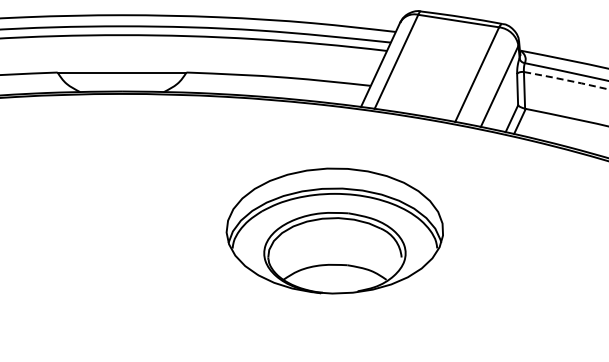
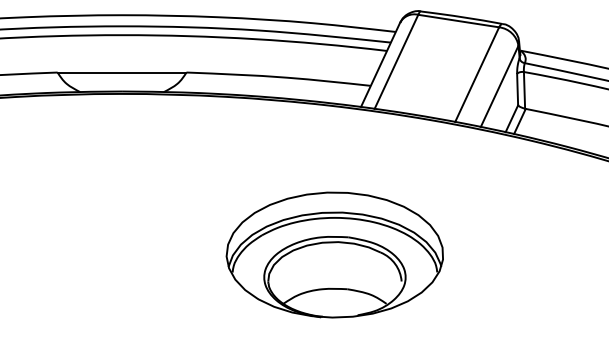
arc at (566, 80): dashed -> solid
part at (334, 230) position: (334, 230) -> (334, 254)
